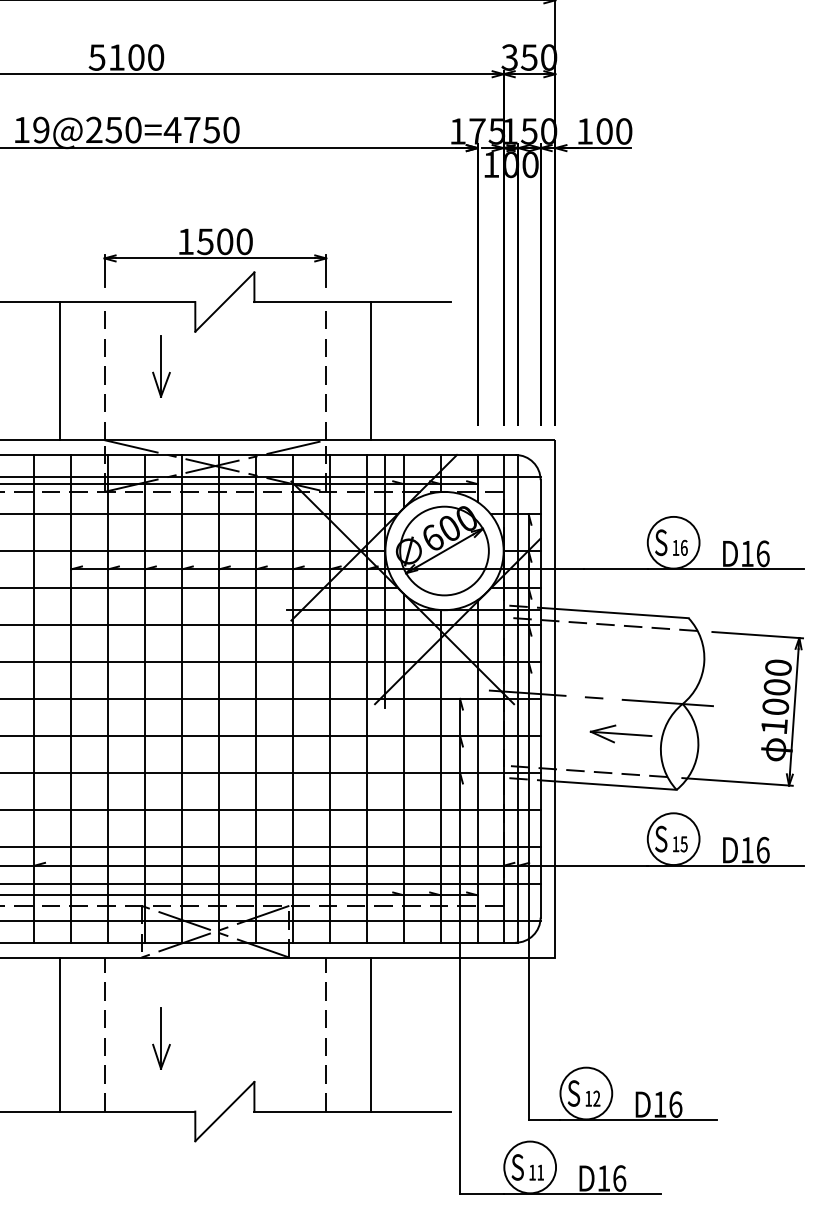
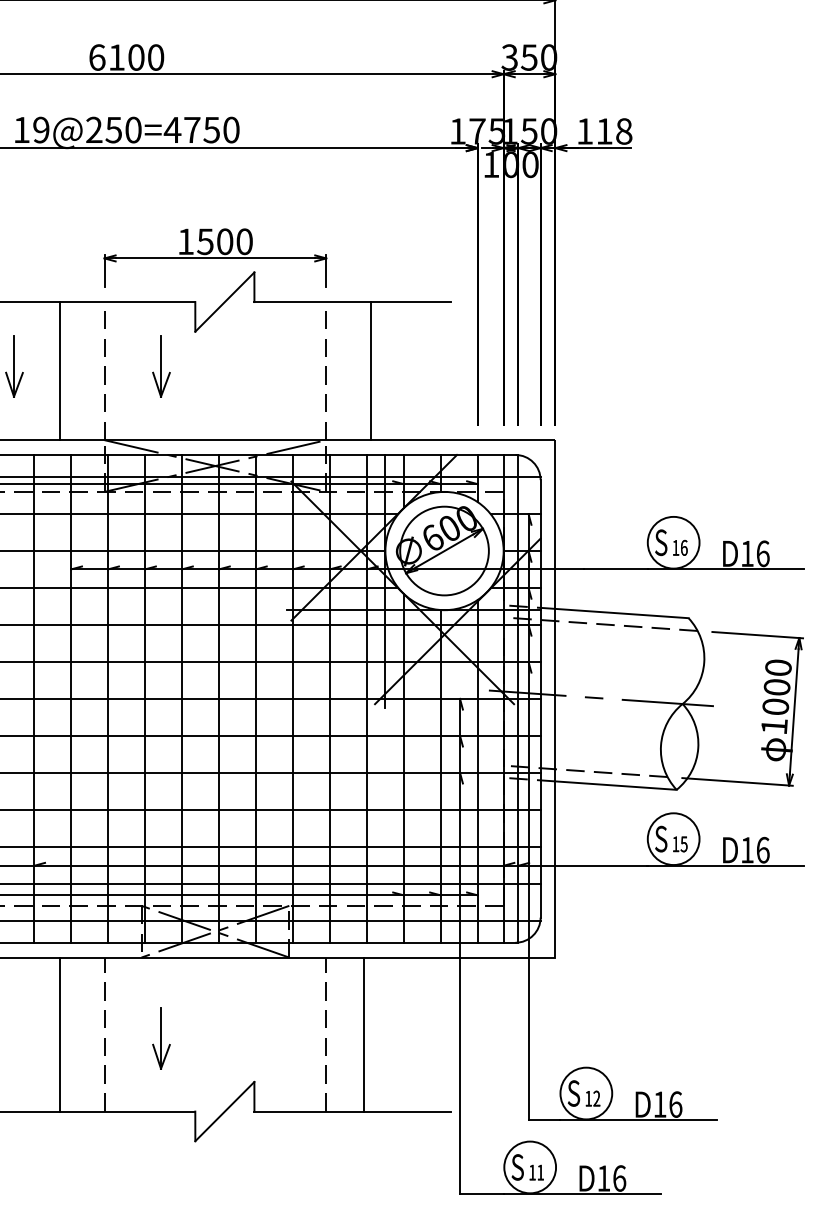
text at (96, 57): 5100 -> 6100
text at (614, 131): 100 -> 118
part at (14, 366): none -> present
part at (620, 733): present -> none
line at (370, 1034) position: (370, 1034) -> (363, 1034)
